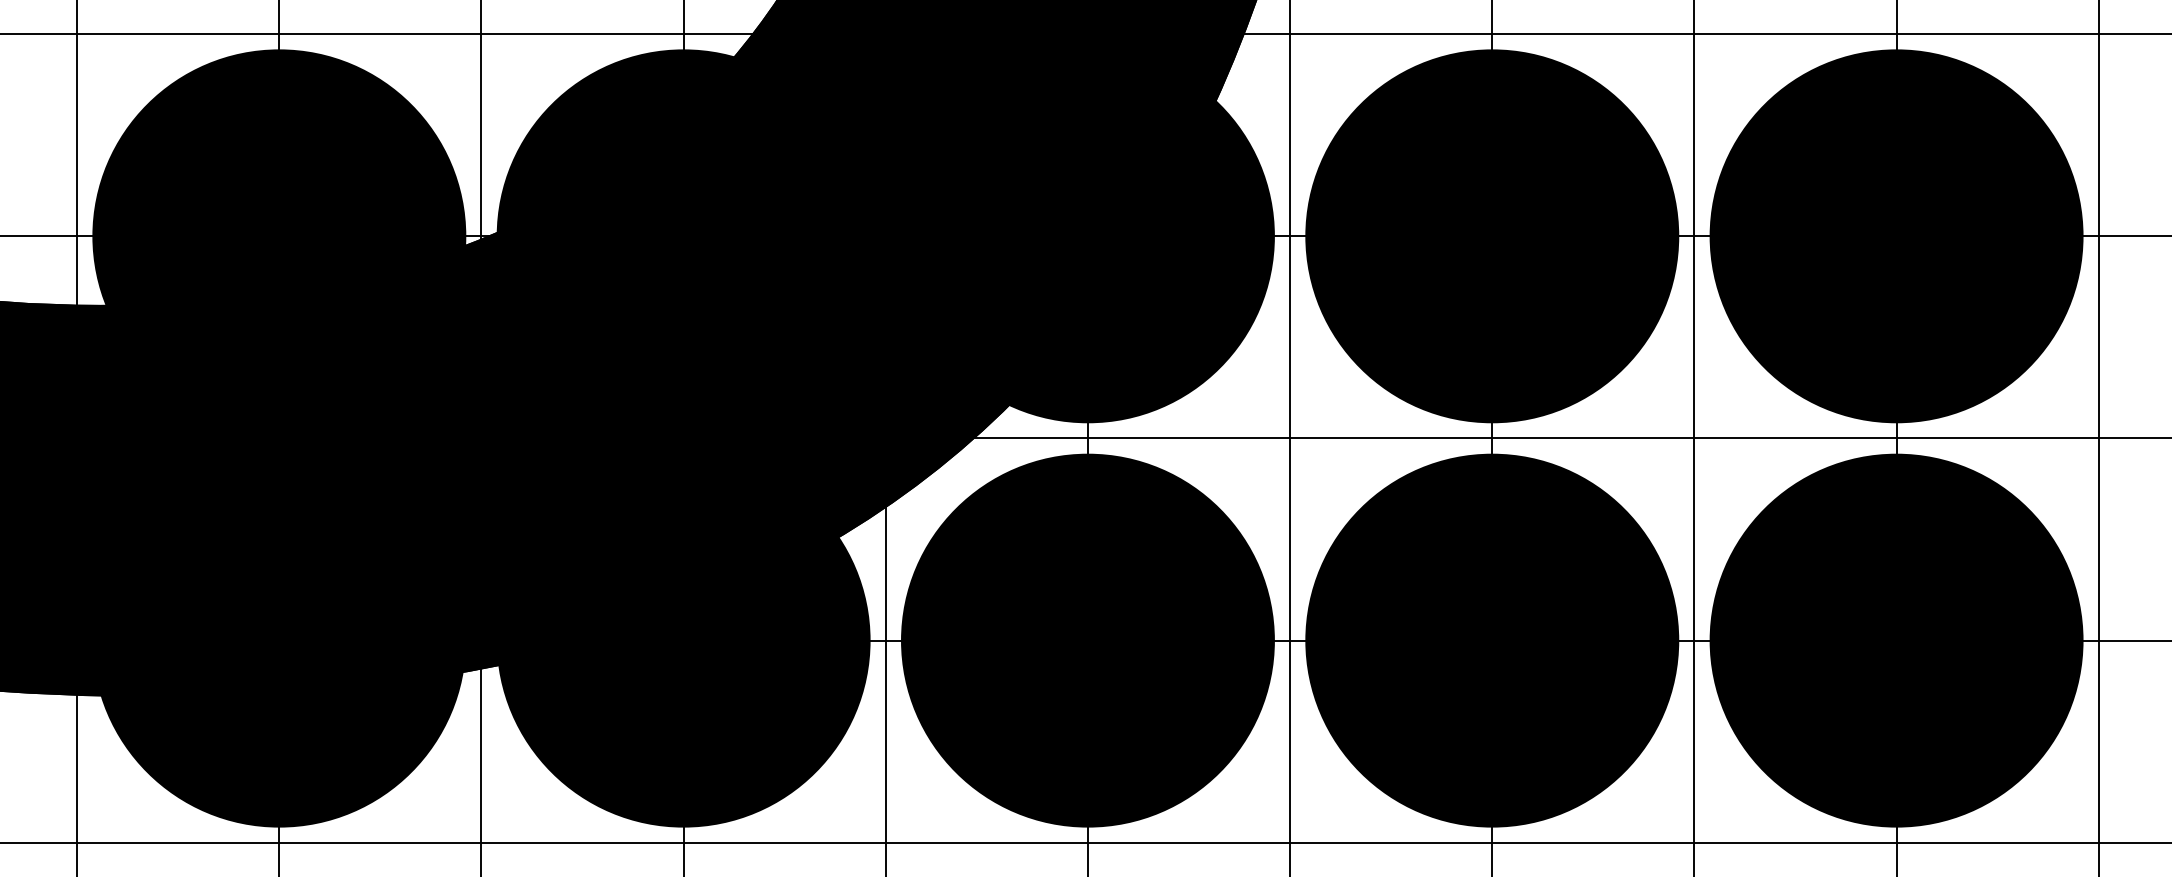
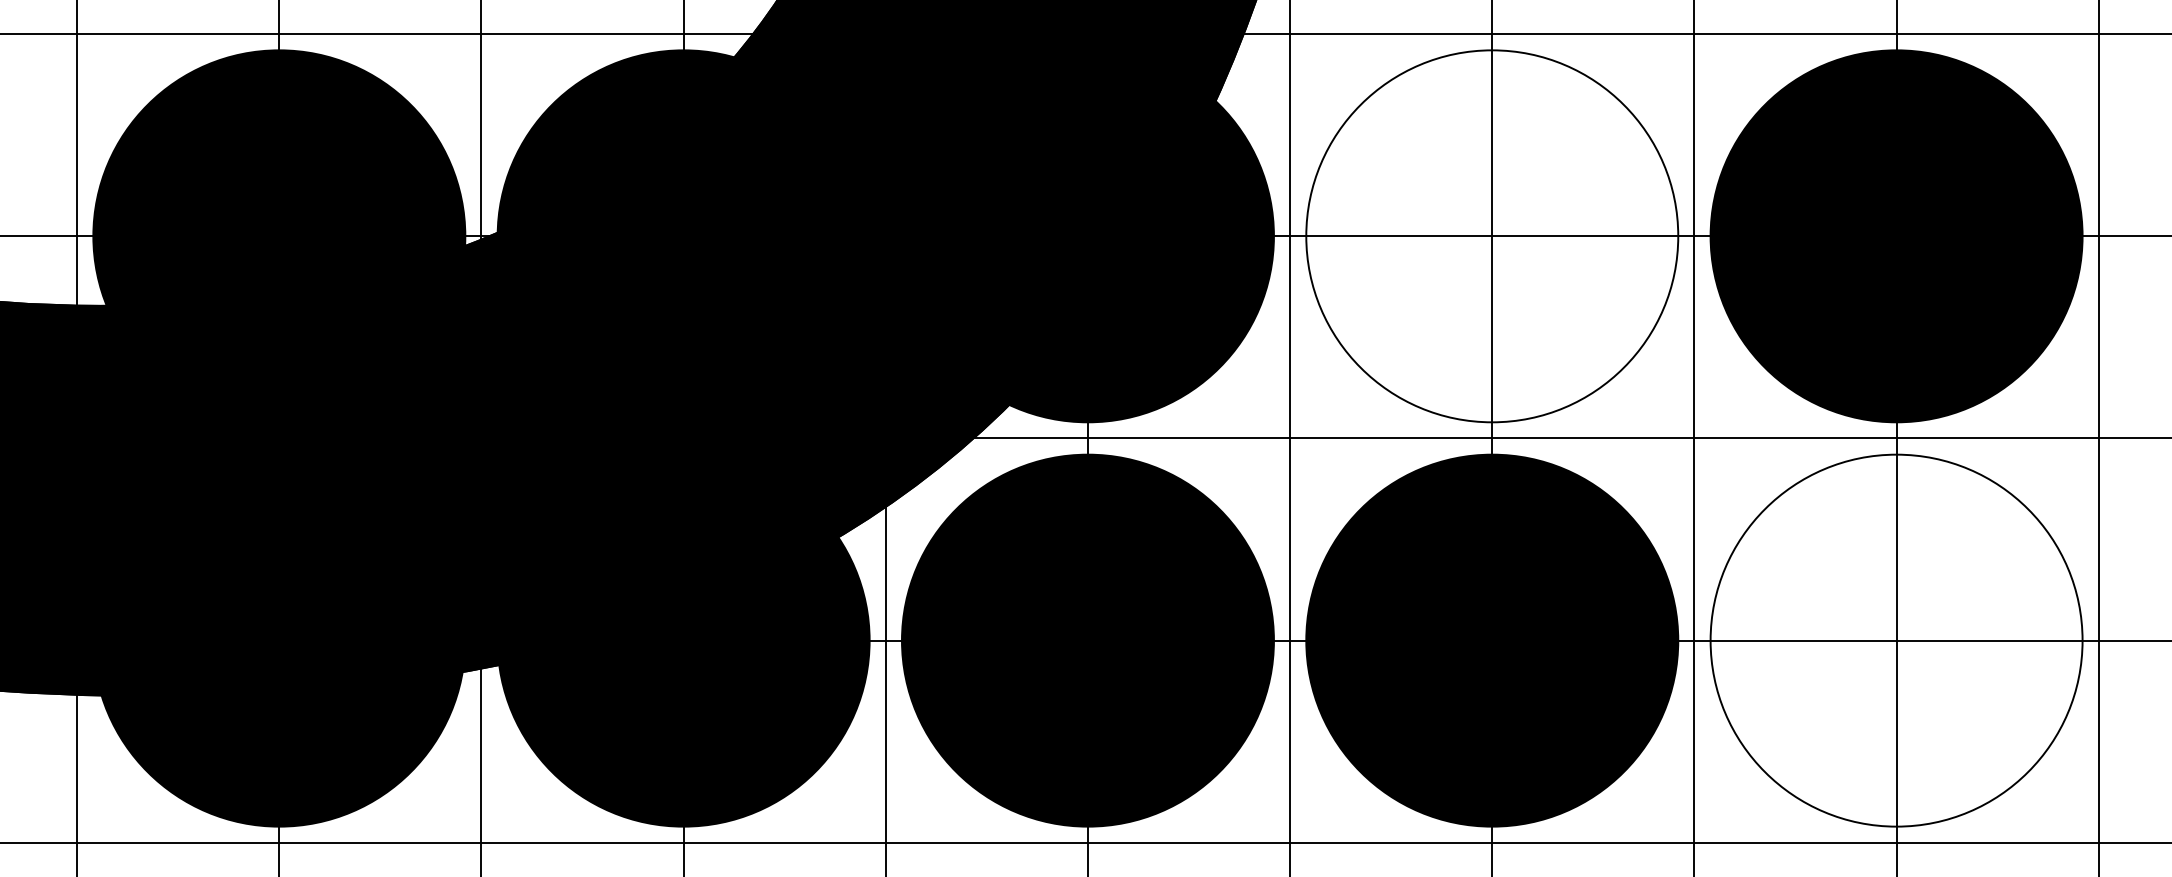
fill at (1492, 236): present -> none
fill at (1896, 640): present -> none
